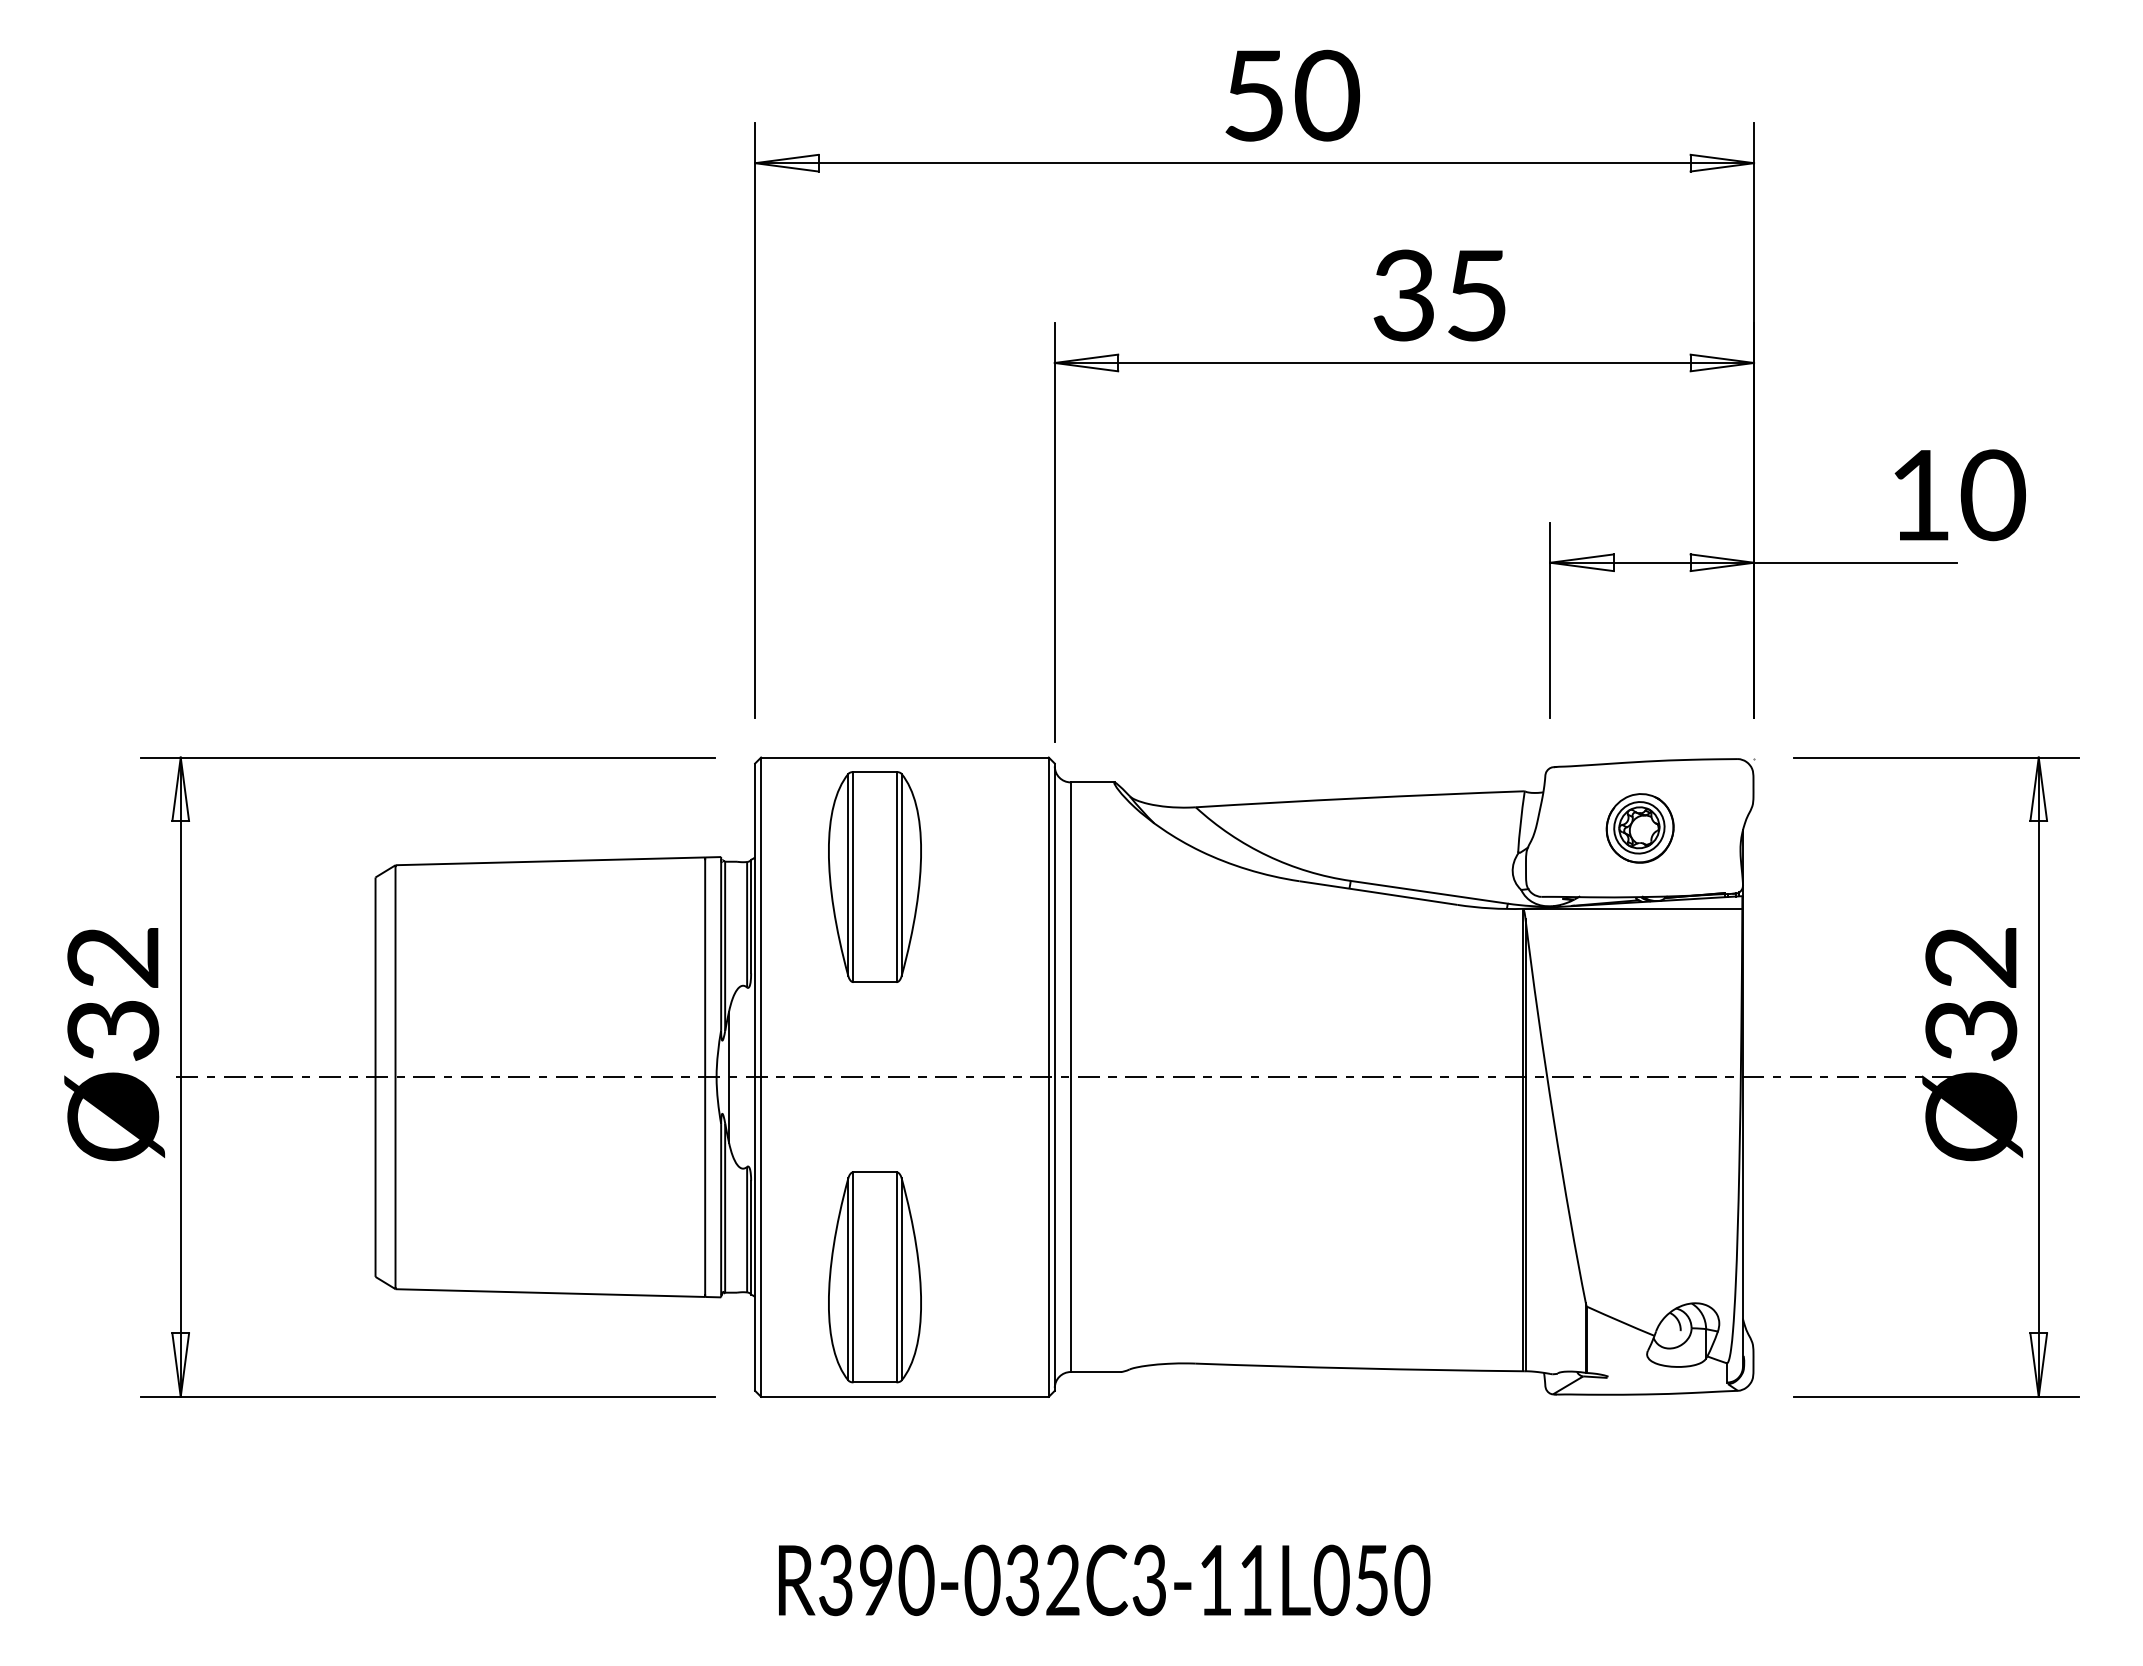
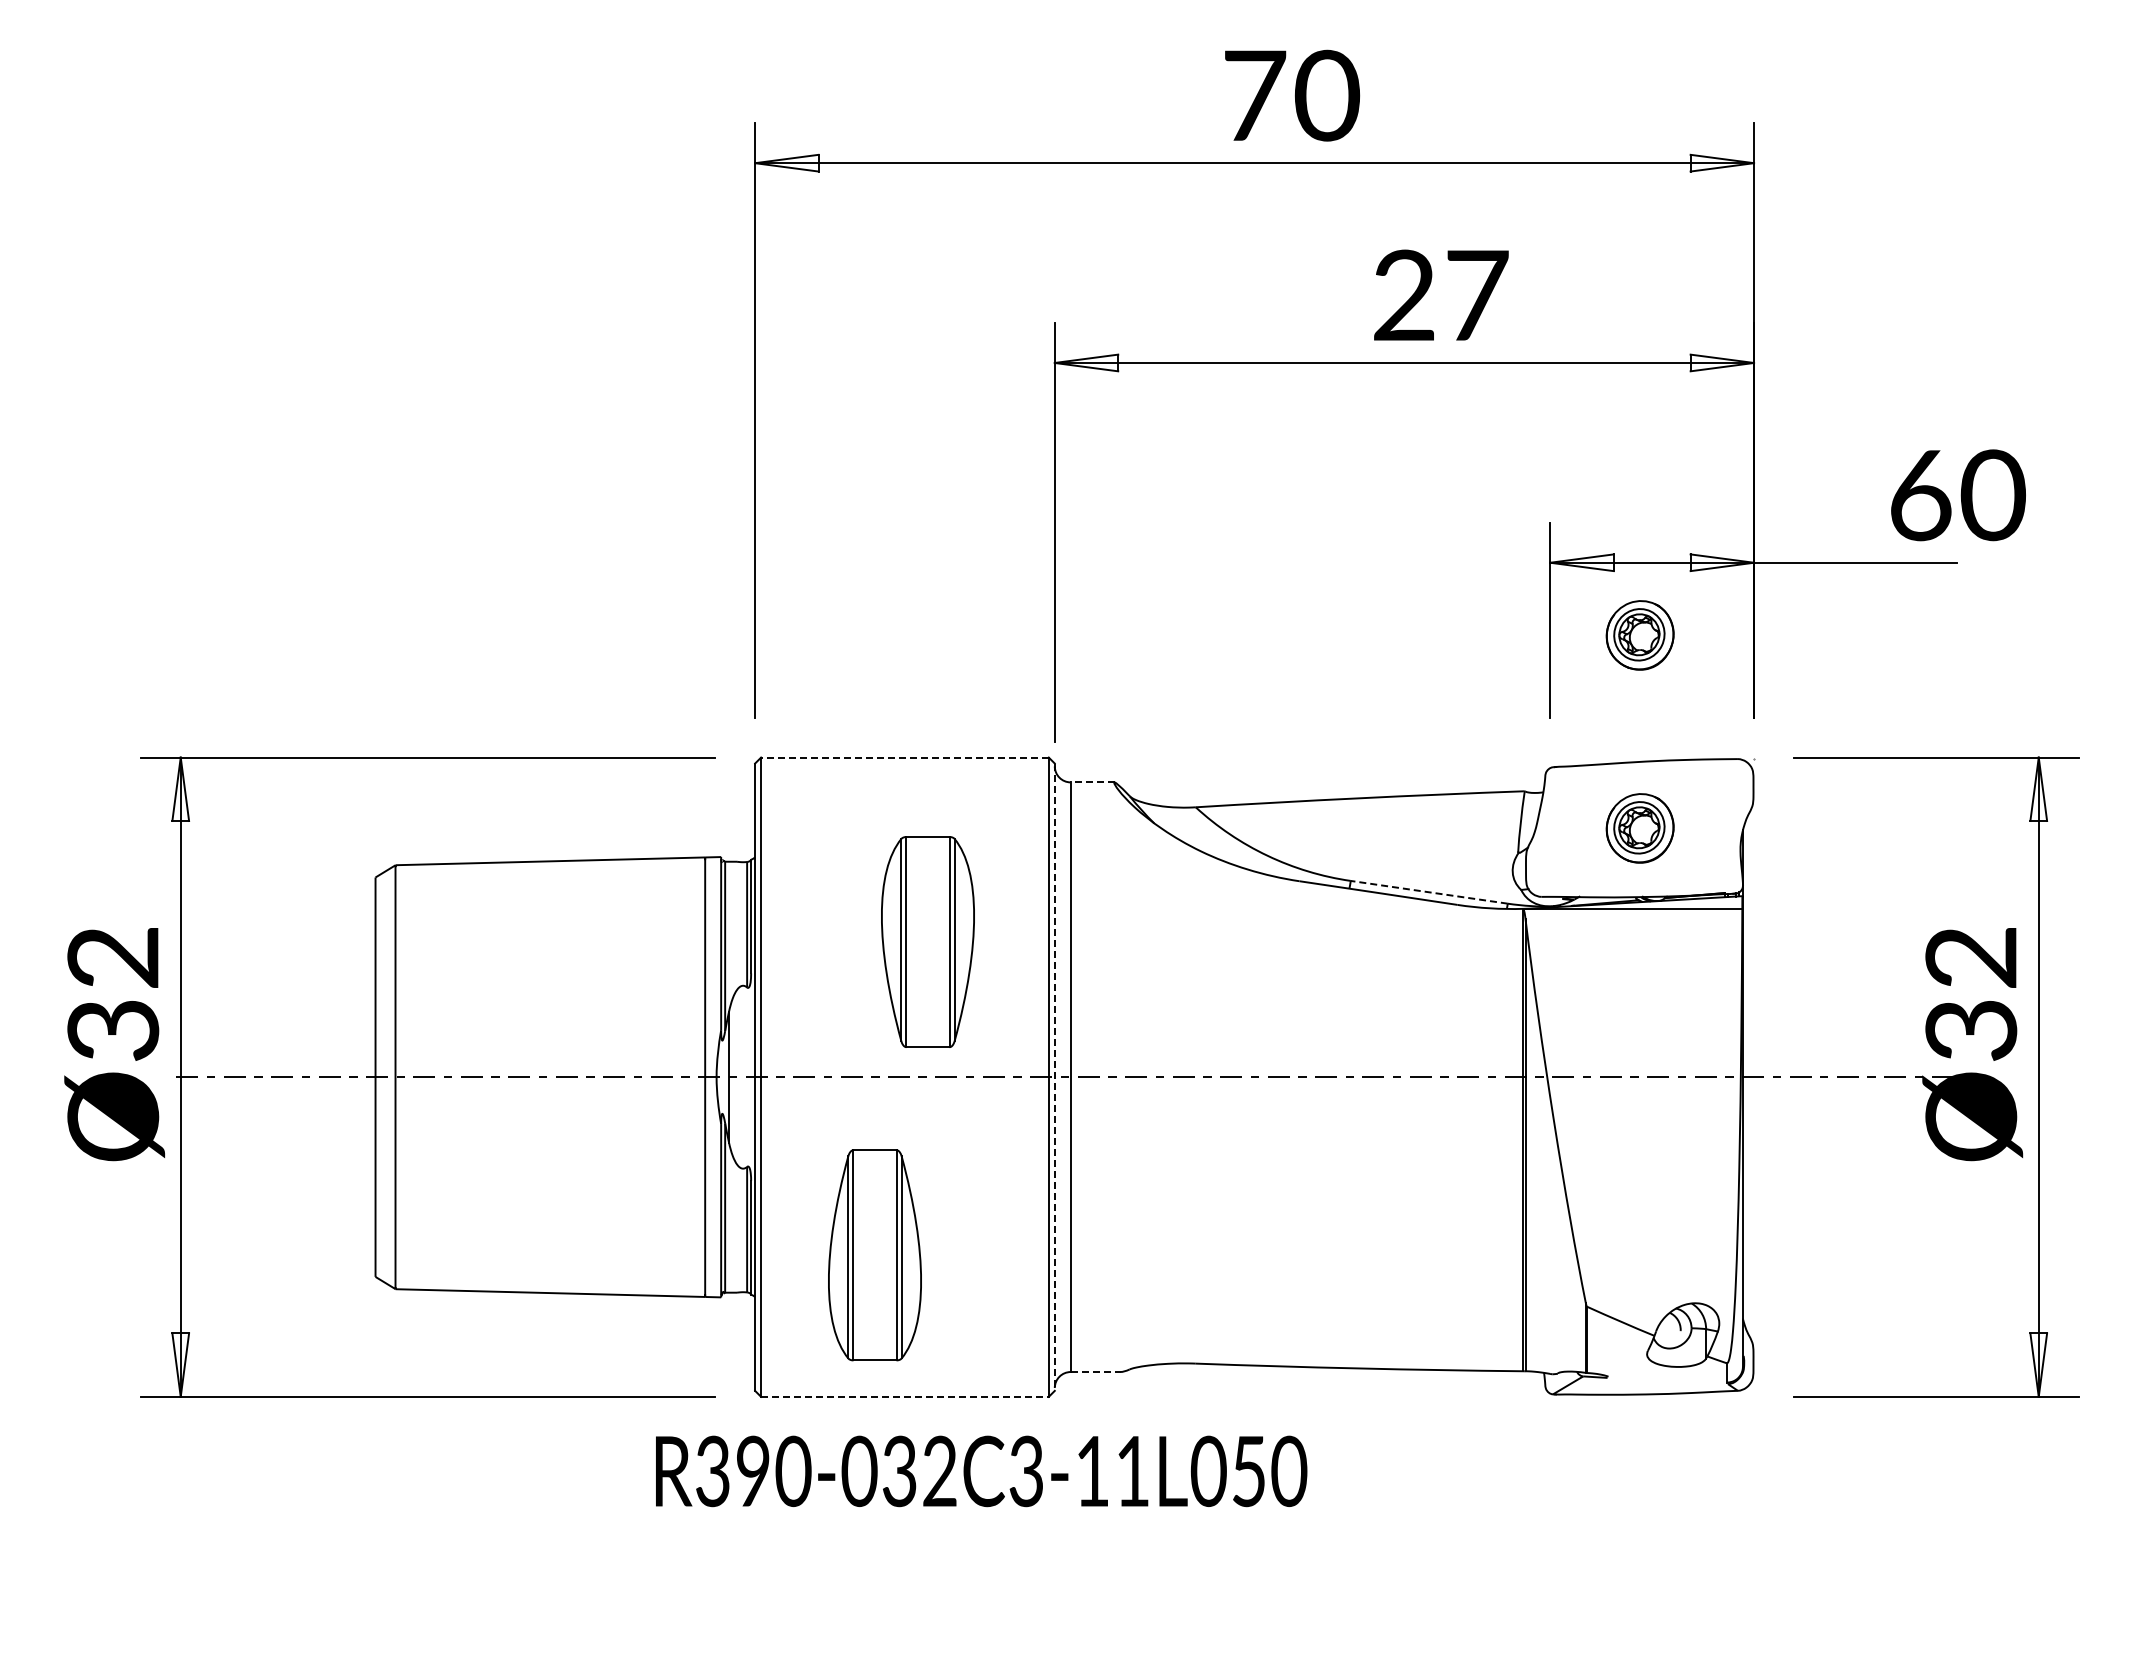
text at (1255, 95): 50 -> 70
text at (1440, 295): 35 -> 27
text at (1921, 495): 10 -> 60
part at (1639, 635): none -> present
line at (904, 757): solid -> dashed
line at (1092, 782): solid -> dashed
part at (874, 876) position: (874, 876) -> (927, 941)
line at (1428, 892): solid -> dashed
line at (1054, 1077): solid -> dashed
part at (874, 1277) position: (874, 1277) -> (874, 1255)
line at (1095, 1372): solid -> dashed
line at (904, 1396): solid -> dashed
text at (1104, 1580) position: (1104, 1580) -> (981, 1471)
